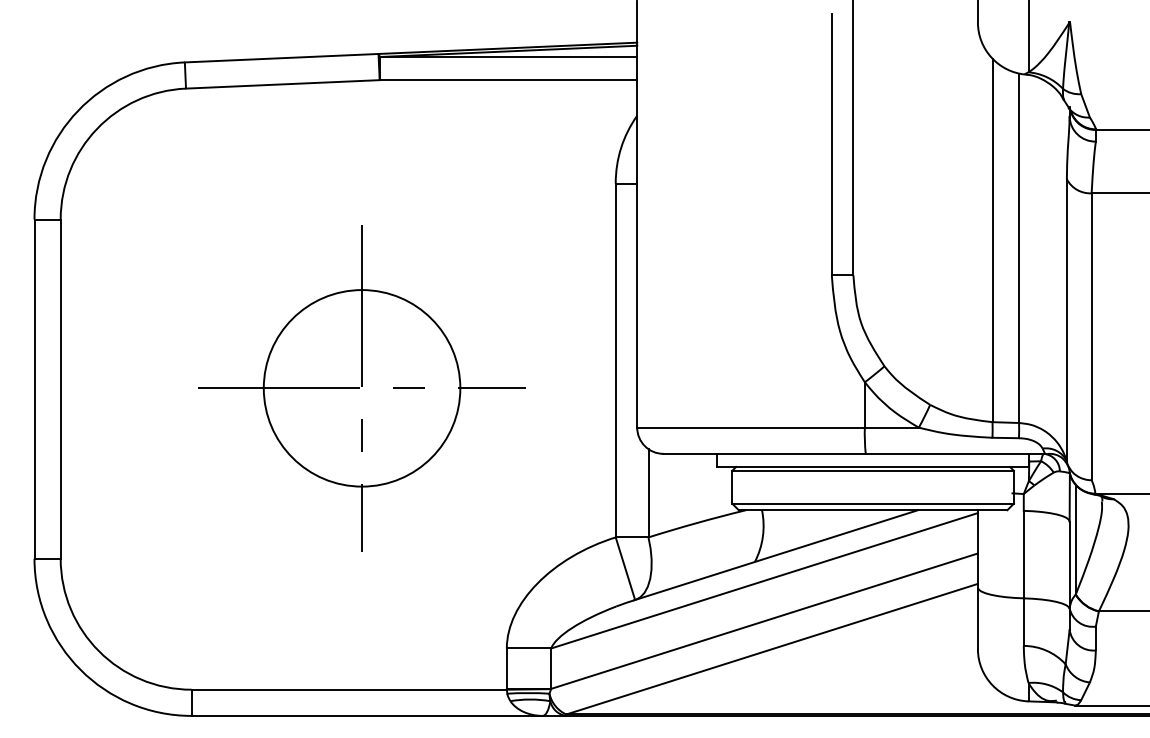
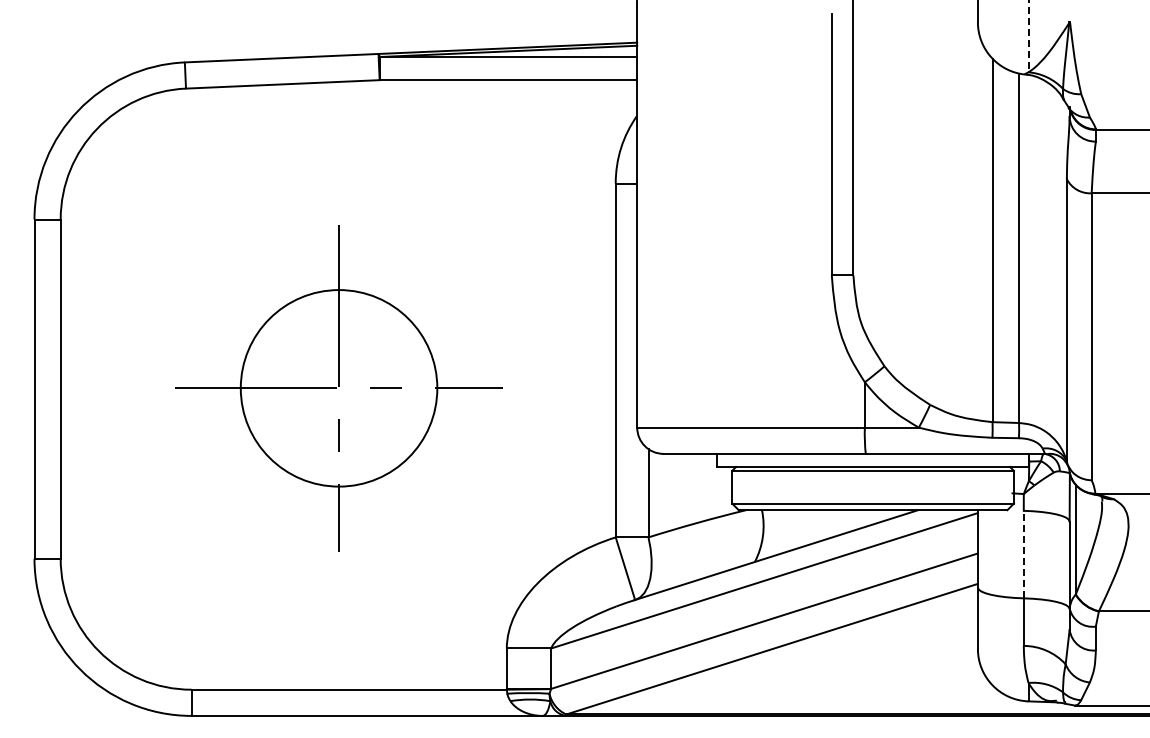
line at (1028, 36): solid -> dashed
part at (361, 388) position: (361, 388) -> (338, 388)
line at (1023, 554): solid -> dashed
